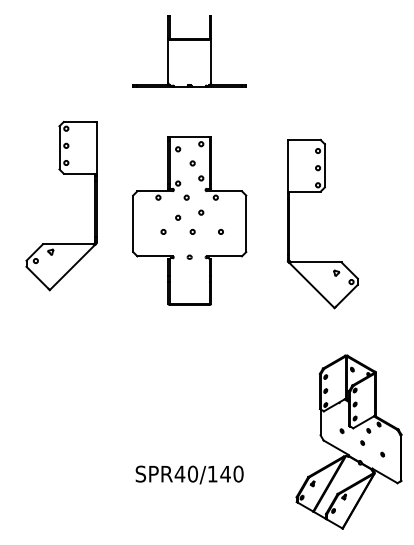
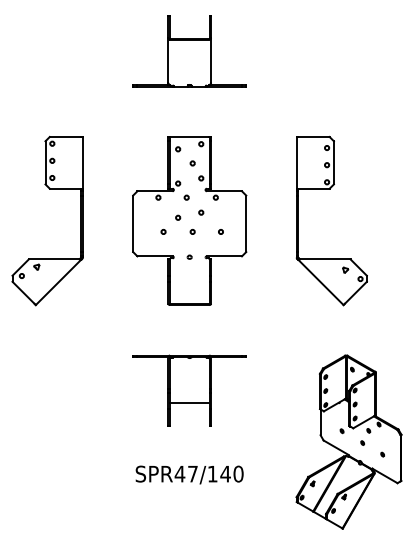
part at (63, 174) position: (63, 174) -> (49, 189)
part at (321, 192) position: (321, 192) -> (330, 189)
part at (189, 390): none -> present
text at (193, 473): SPR40/140 -> SPR47/140
